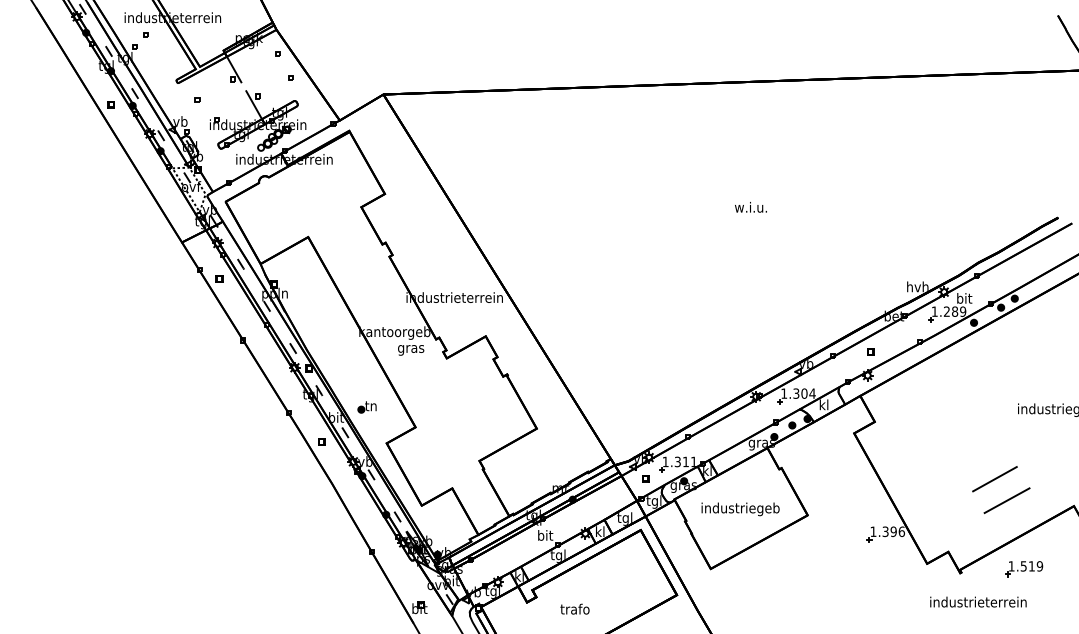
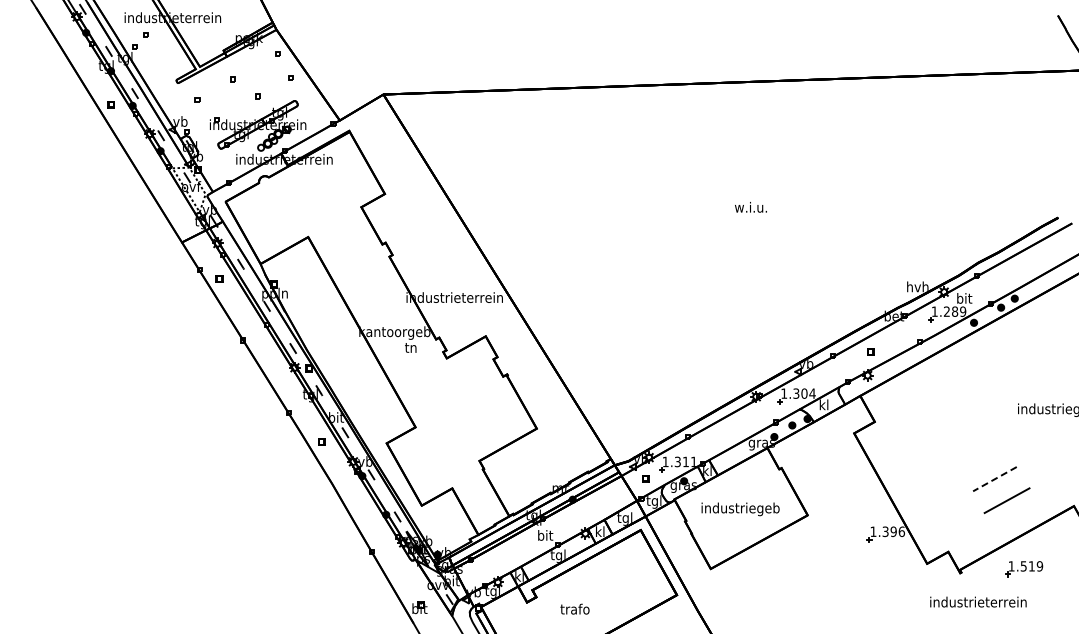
line at (244, 87): present -> none
text at (411, 349): gras -> tn
part at (366, 407): present -> none
line at (994, 479): solid -> dashed
